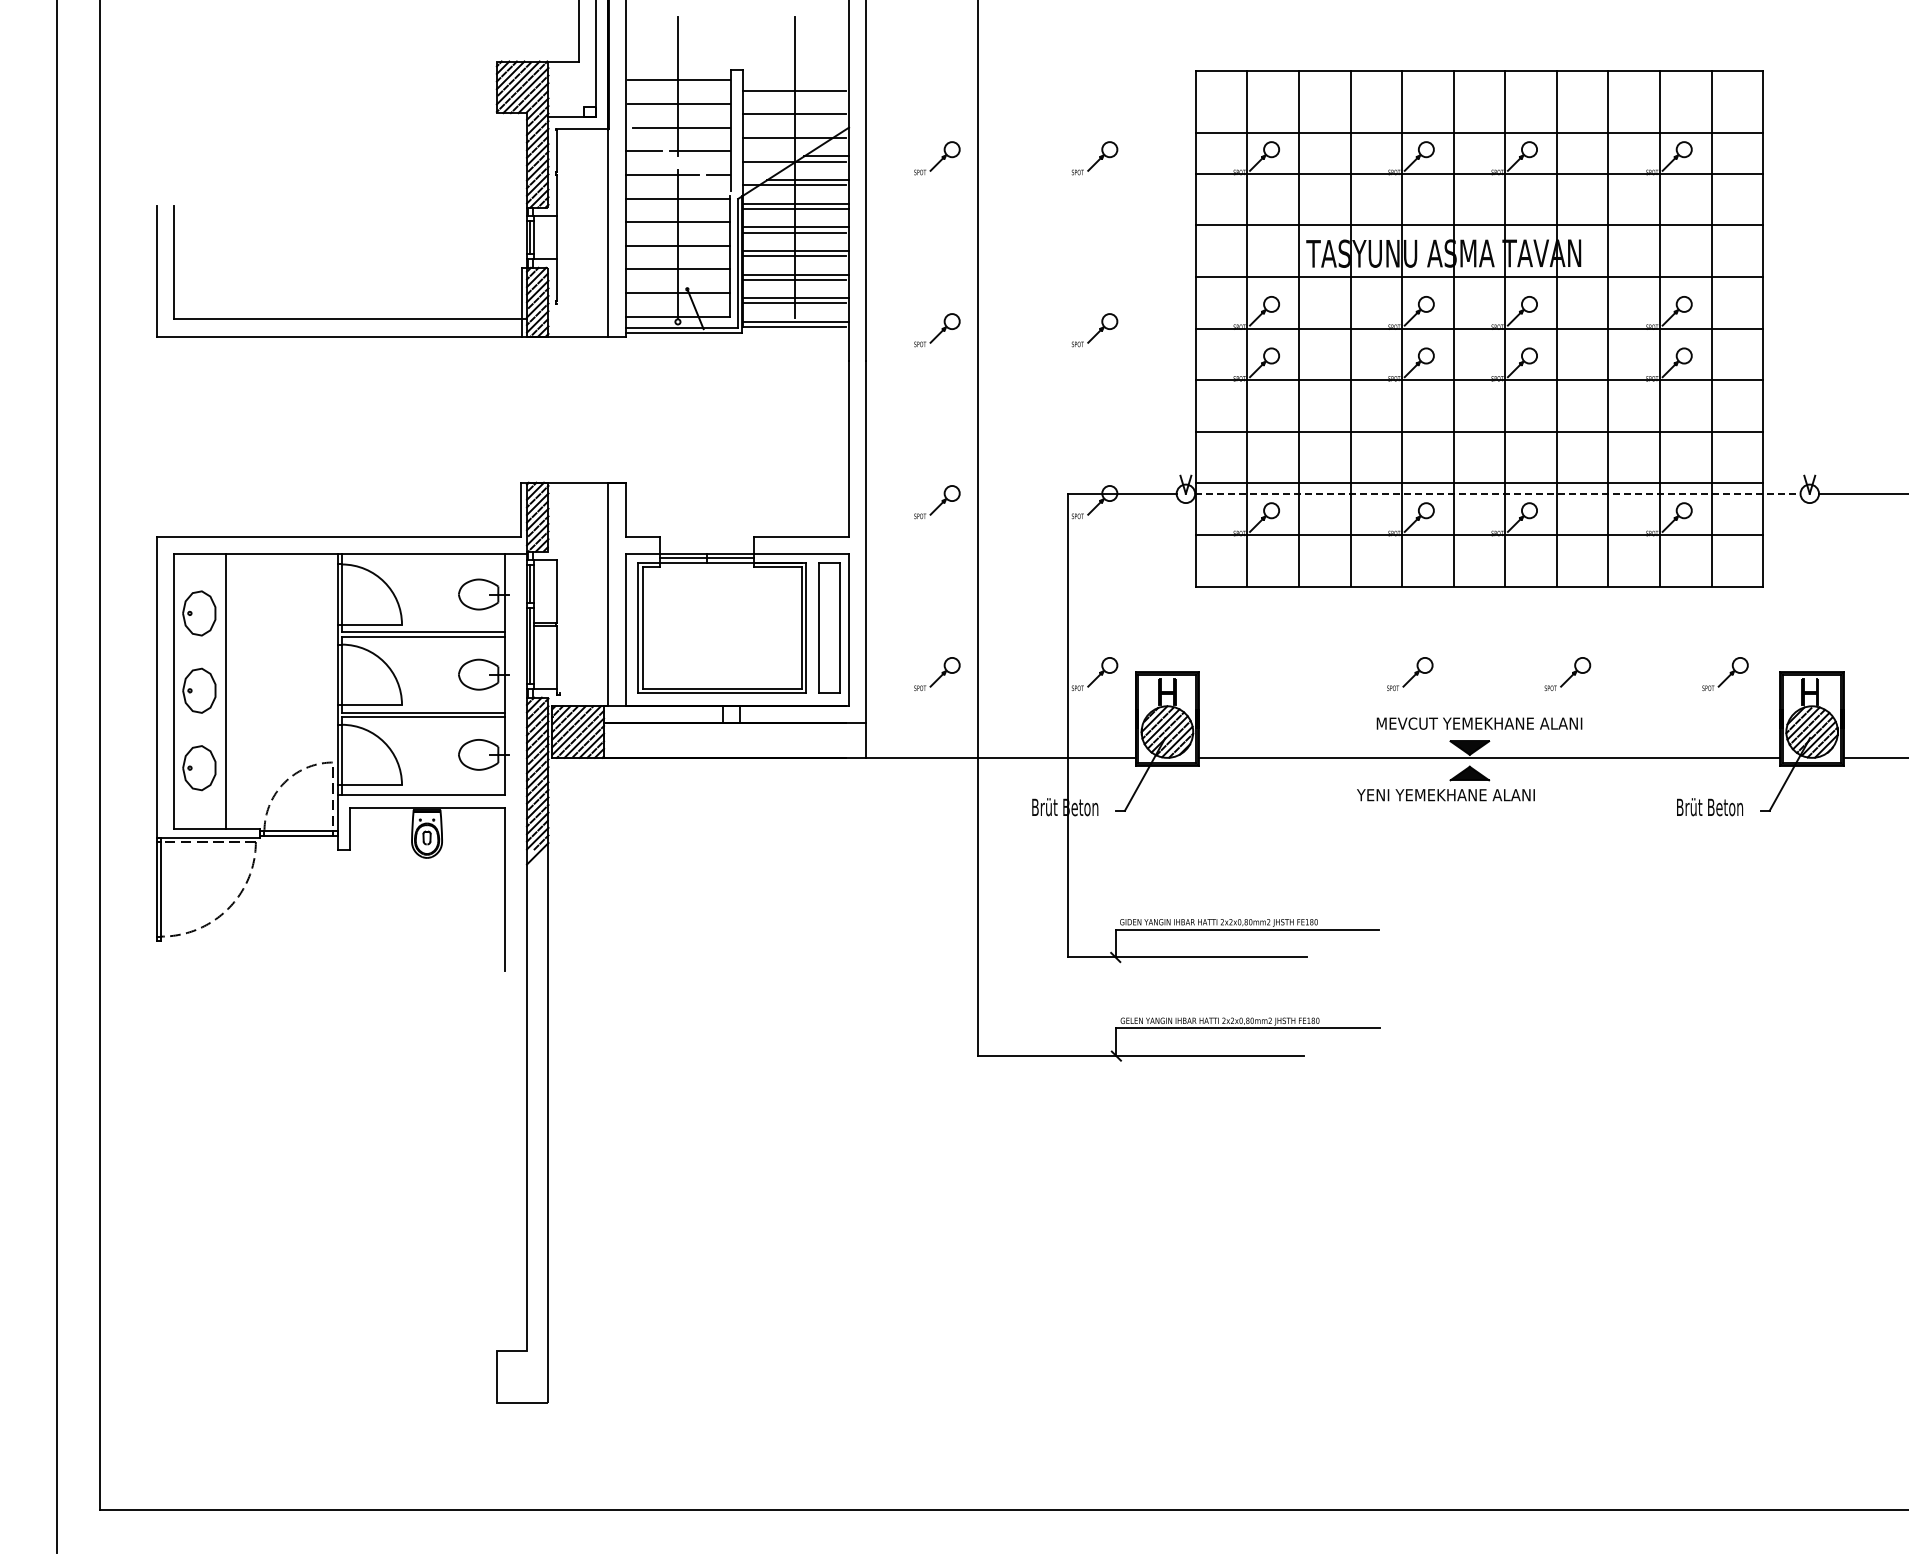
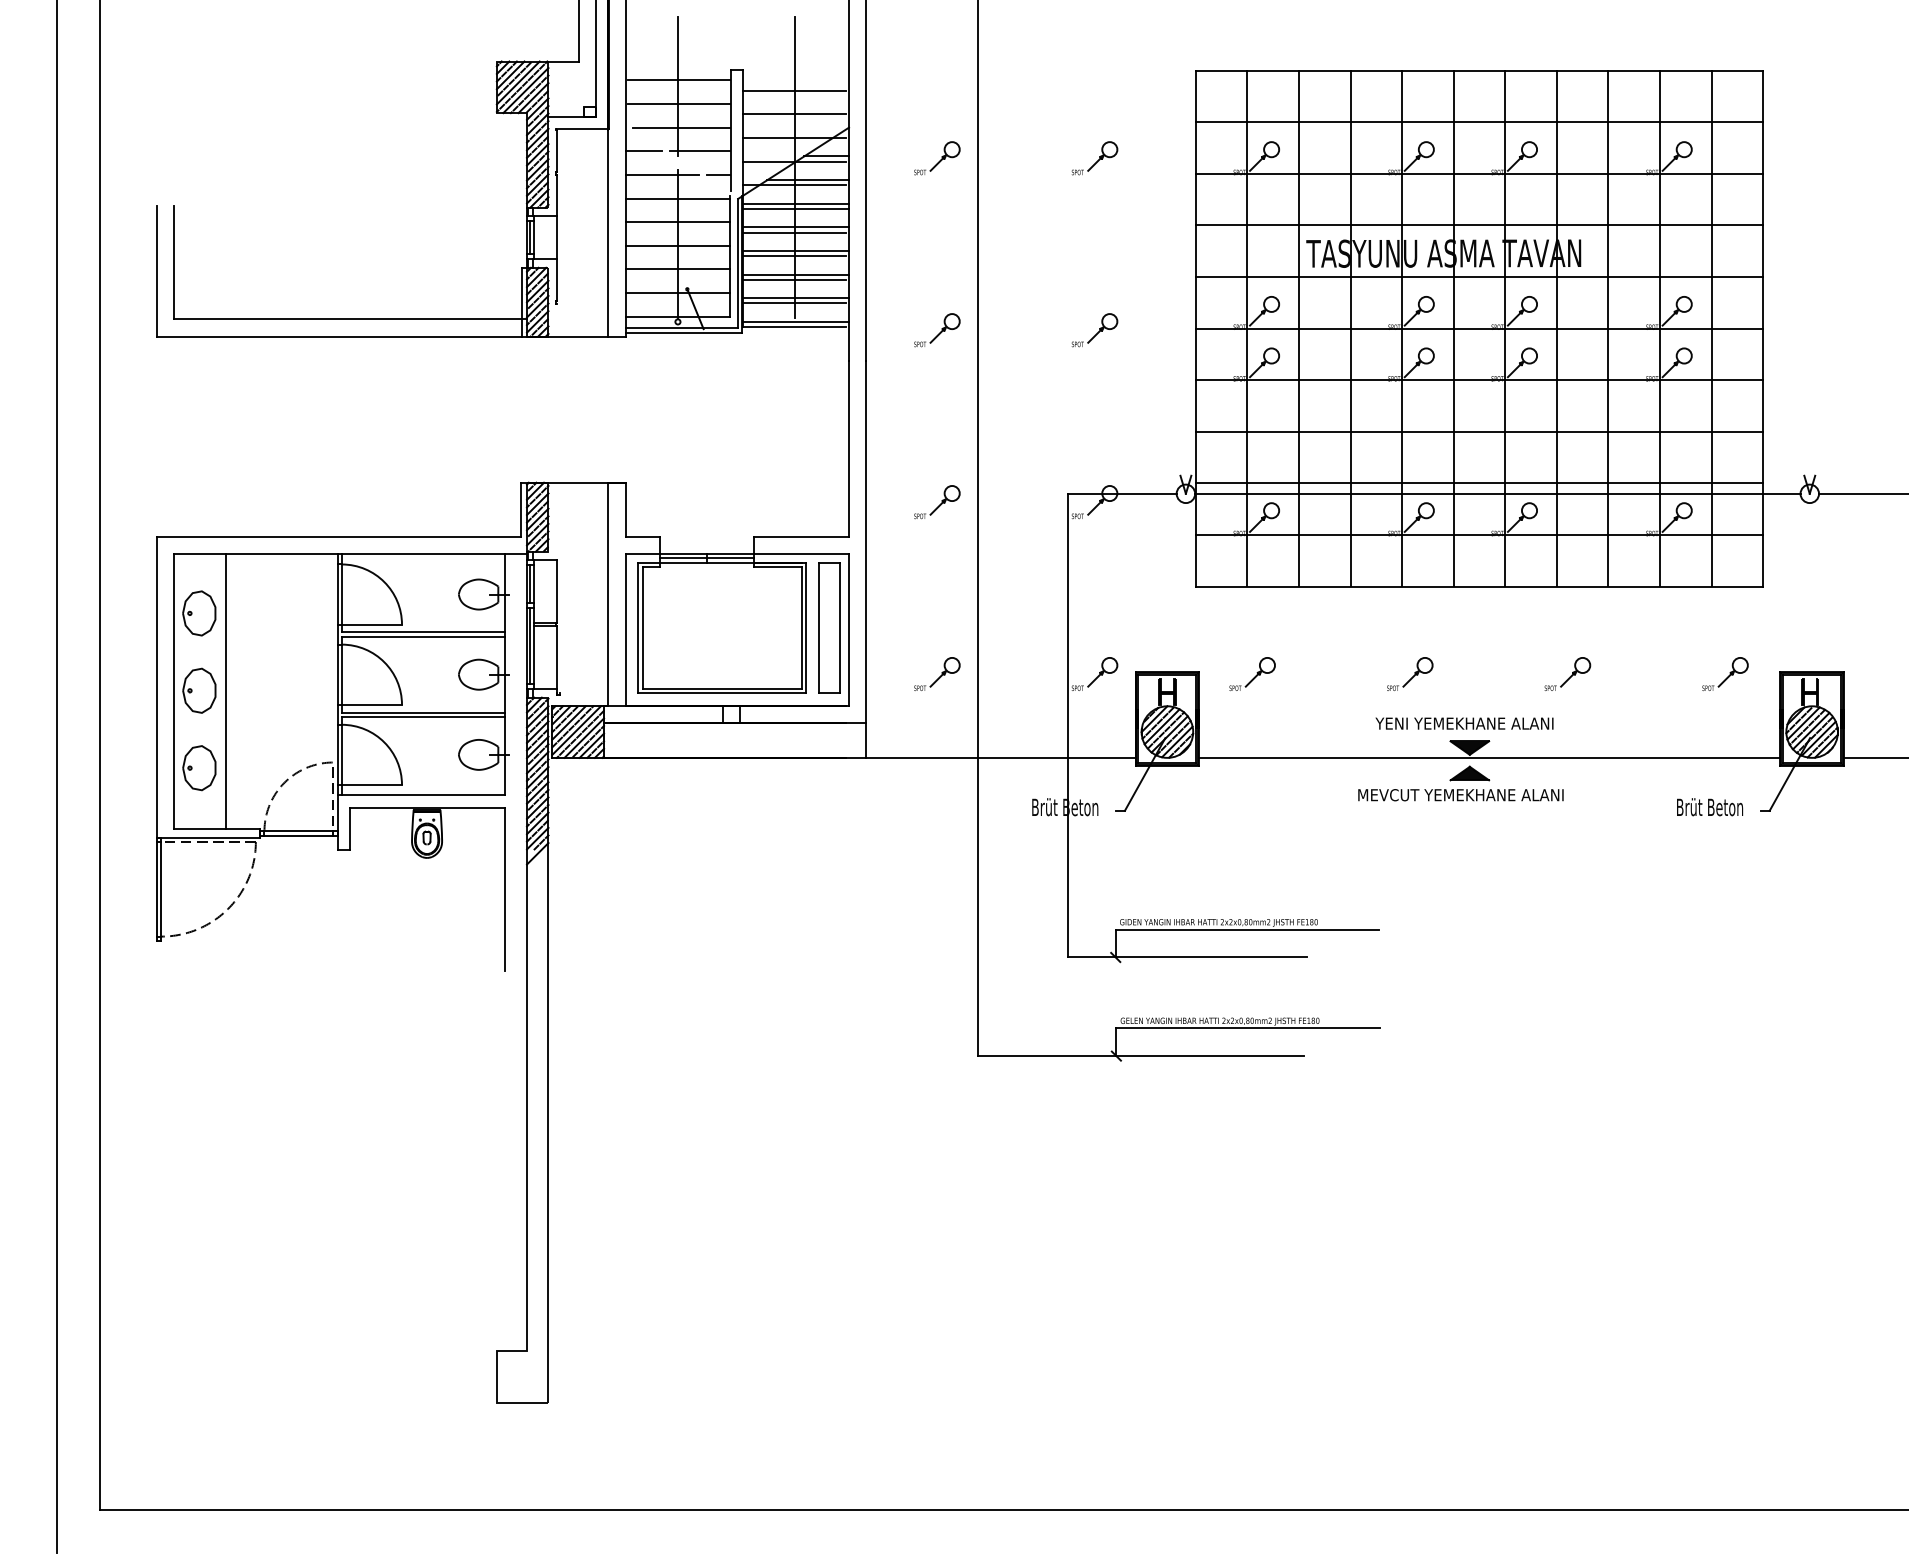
line at (1479, 133) position: (1479, 133) -> (1479, 122)
line at (1497, 493): dashed -> solid
part at (1252, 673): none -> present
text at (1478, 723): MEVCUT YEMEKHANE ALANI -> YENI YEMEKHANE ALANI
text at (1460, 795): YENI YEMEKHANE ALANI -> MEVCUT YEMEKHANE ALANI
